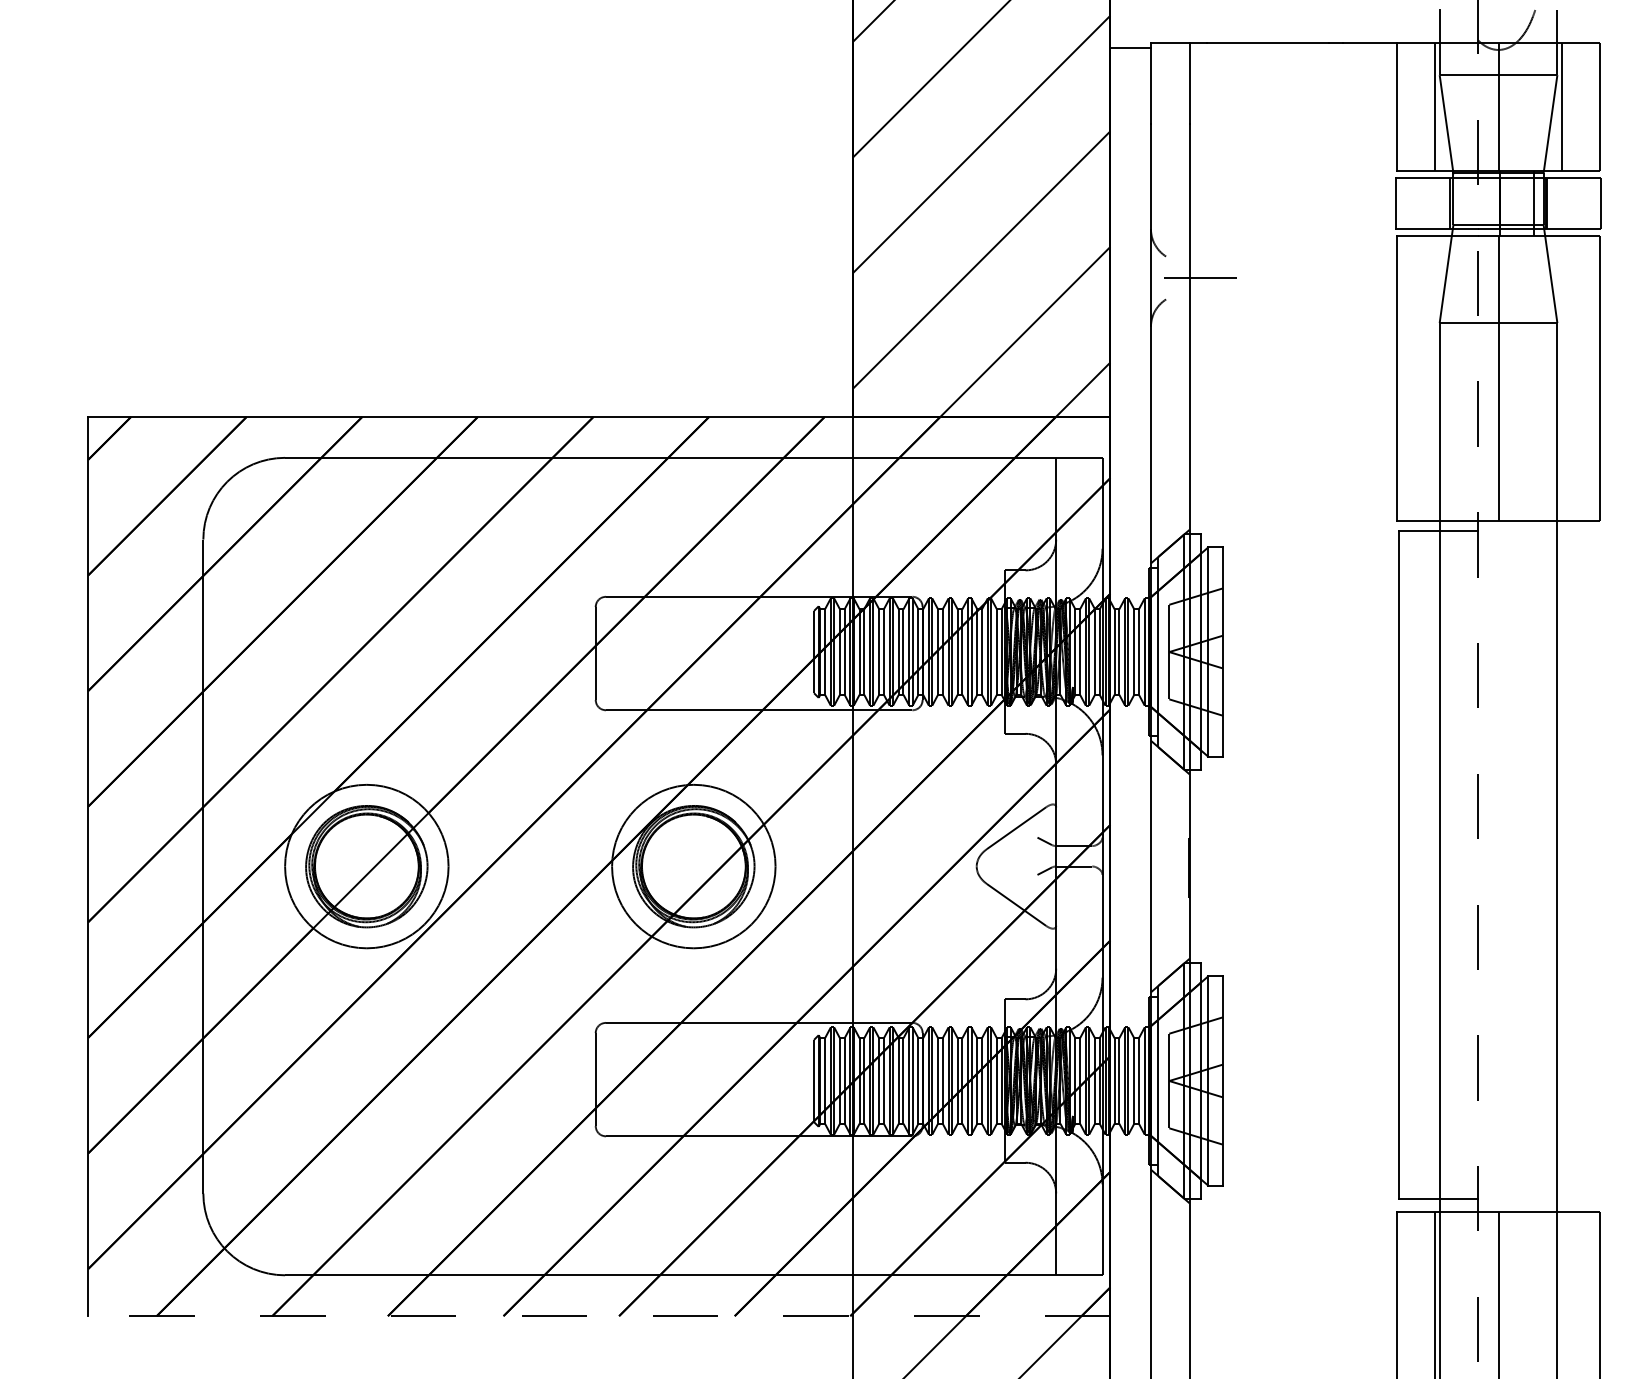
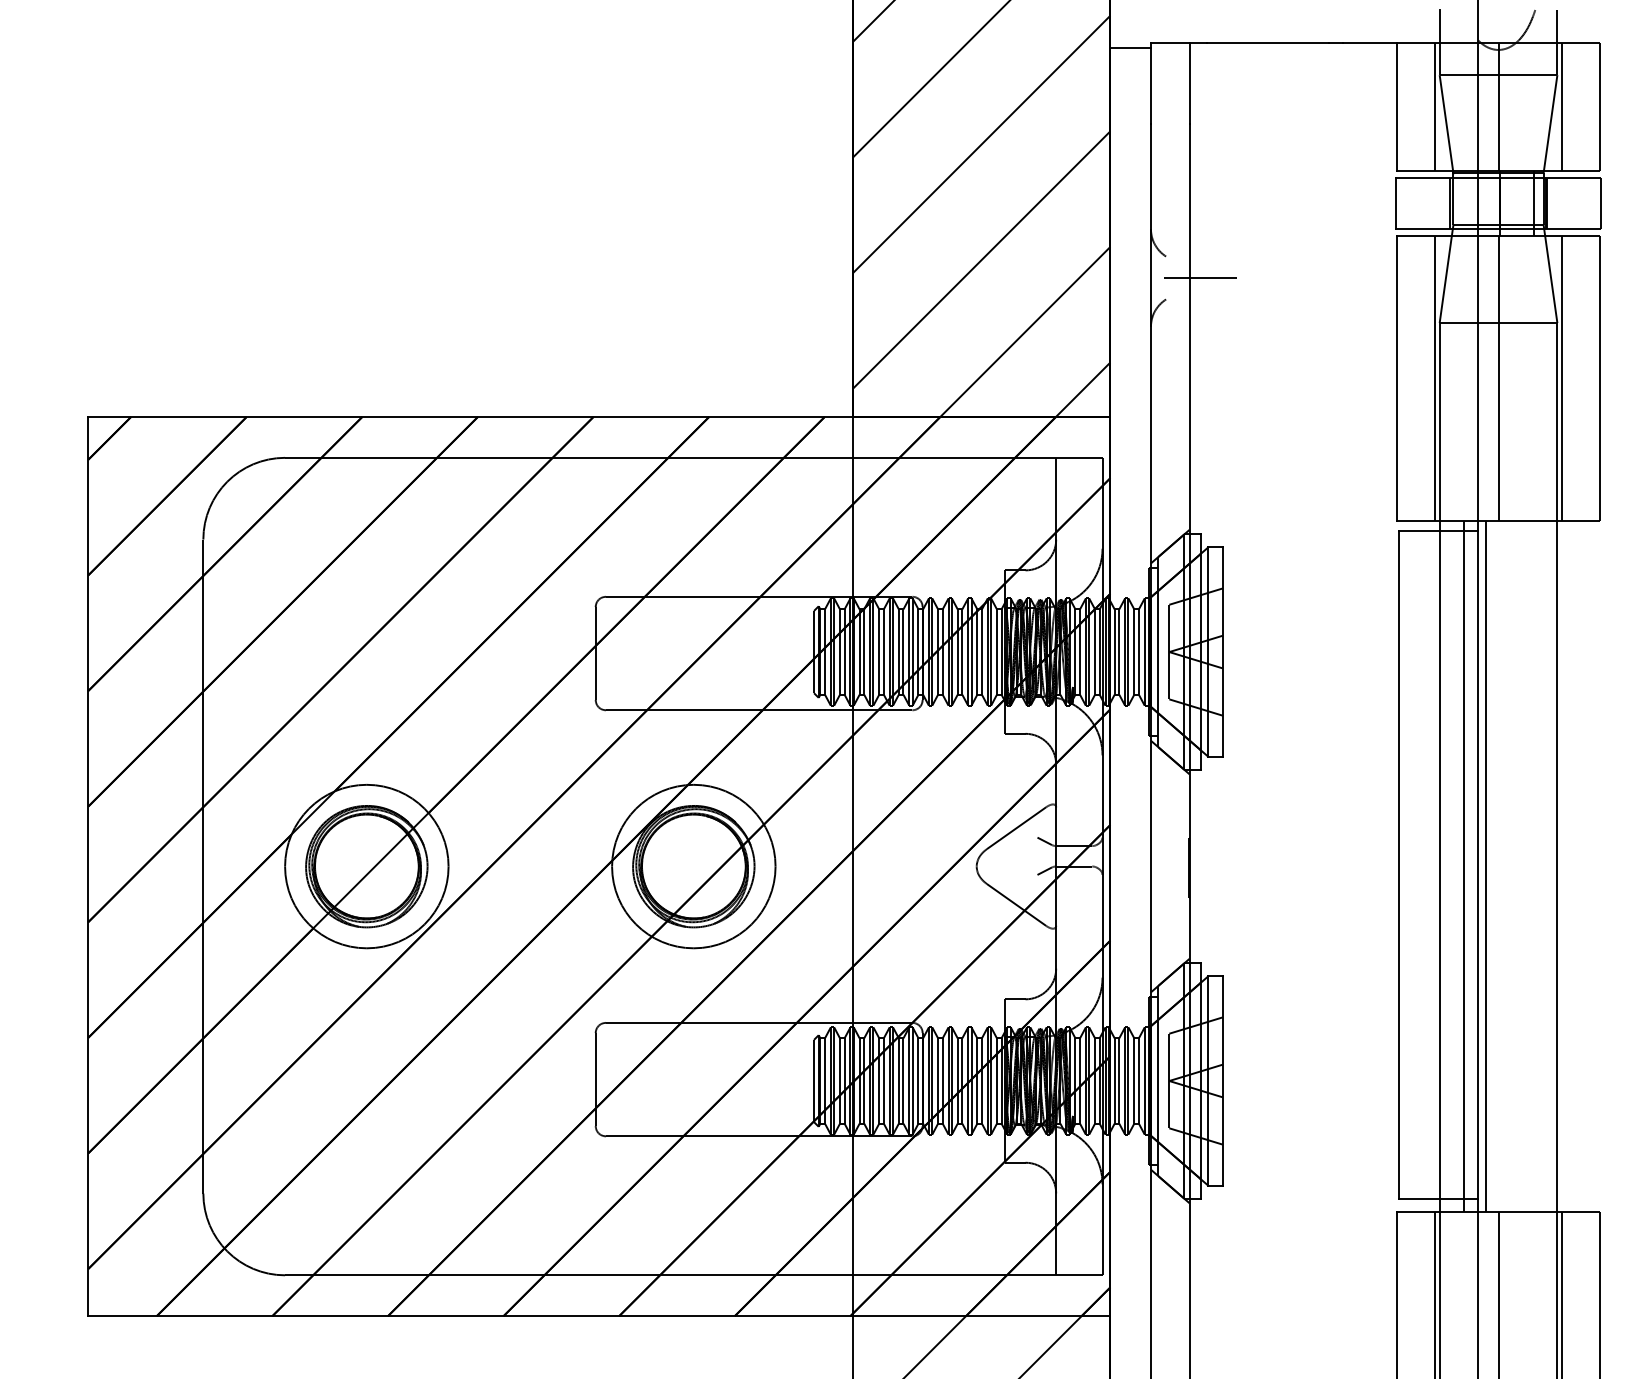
line at (1435, 378): none -> present
line at (1561, 378): none -> present
line at (1478, 689): dashed -> solid
line at (1464, 866): none -> present
line at (1485, 866): none -> present
line at (1561, 1293): none -> present
line at (598, 1316): dashed -> solid
